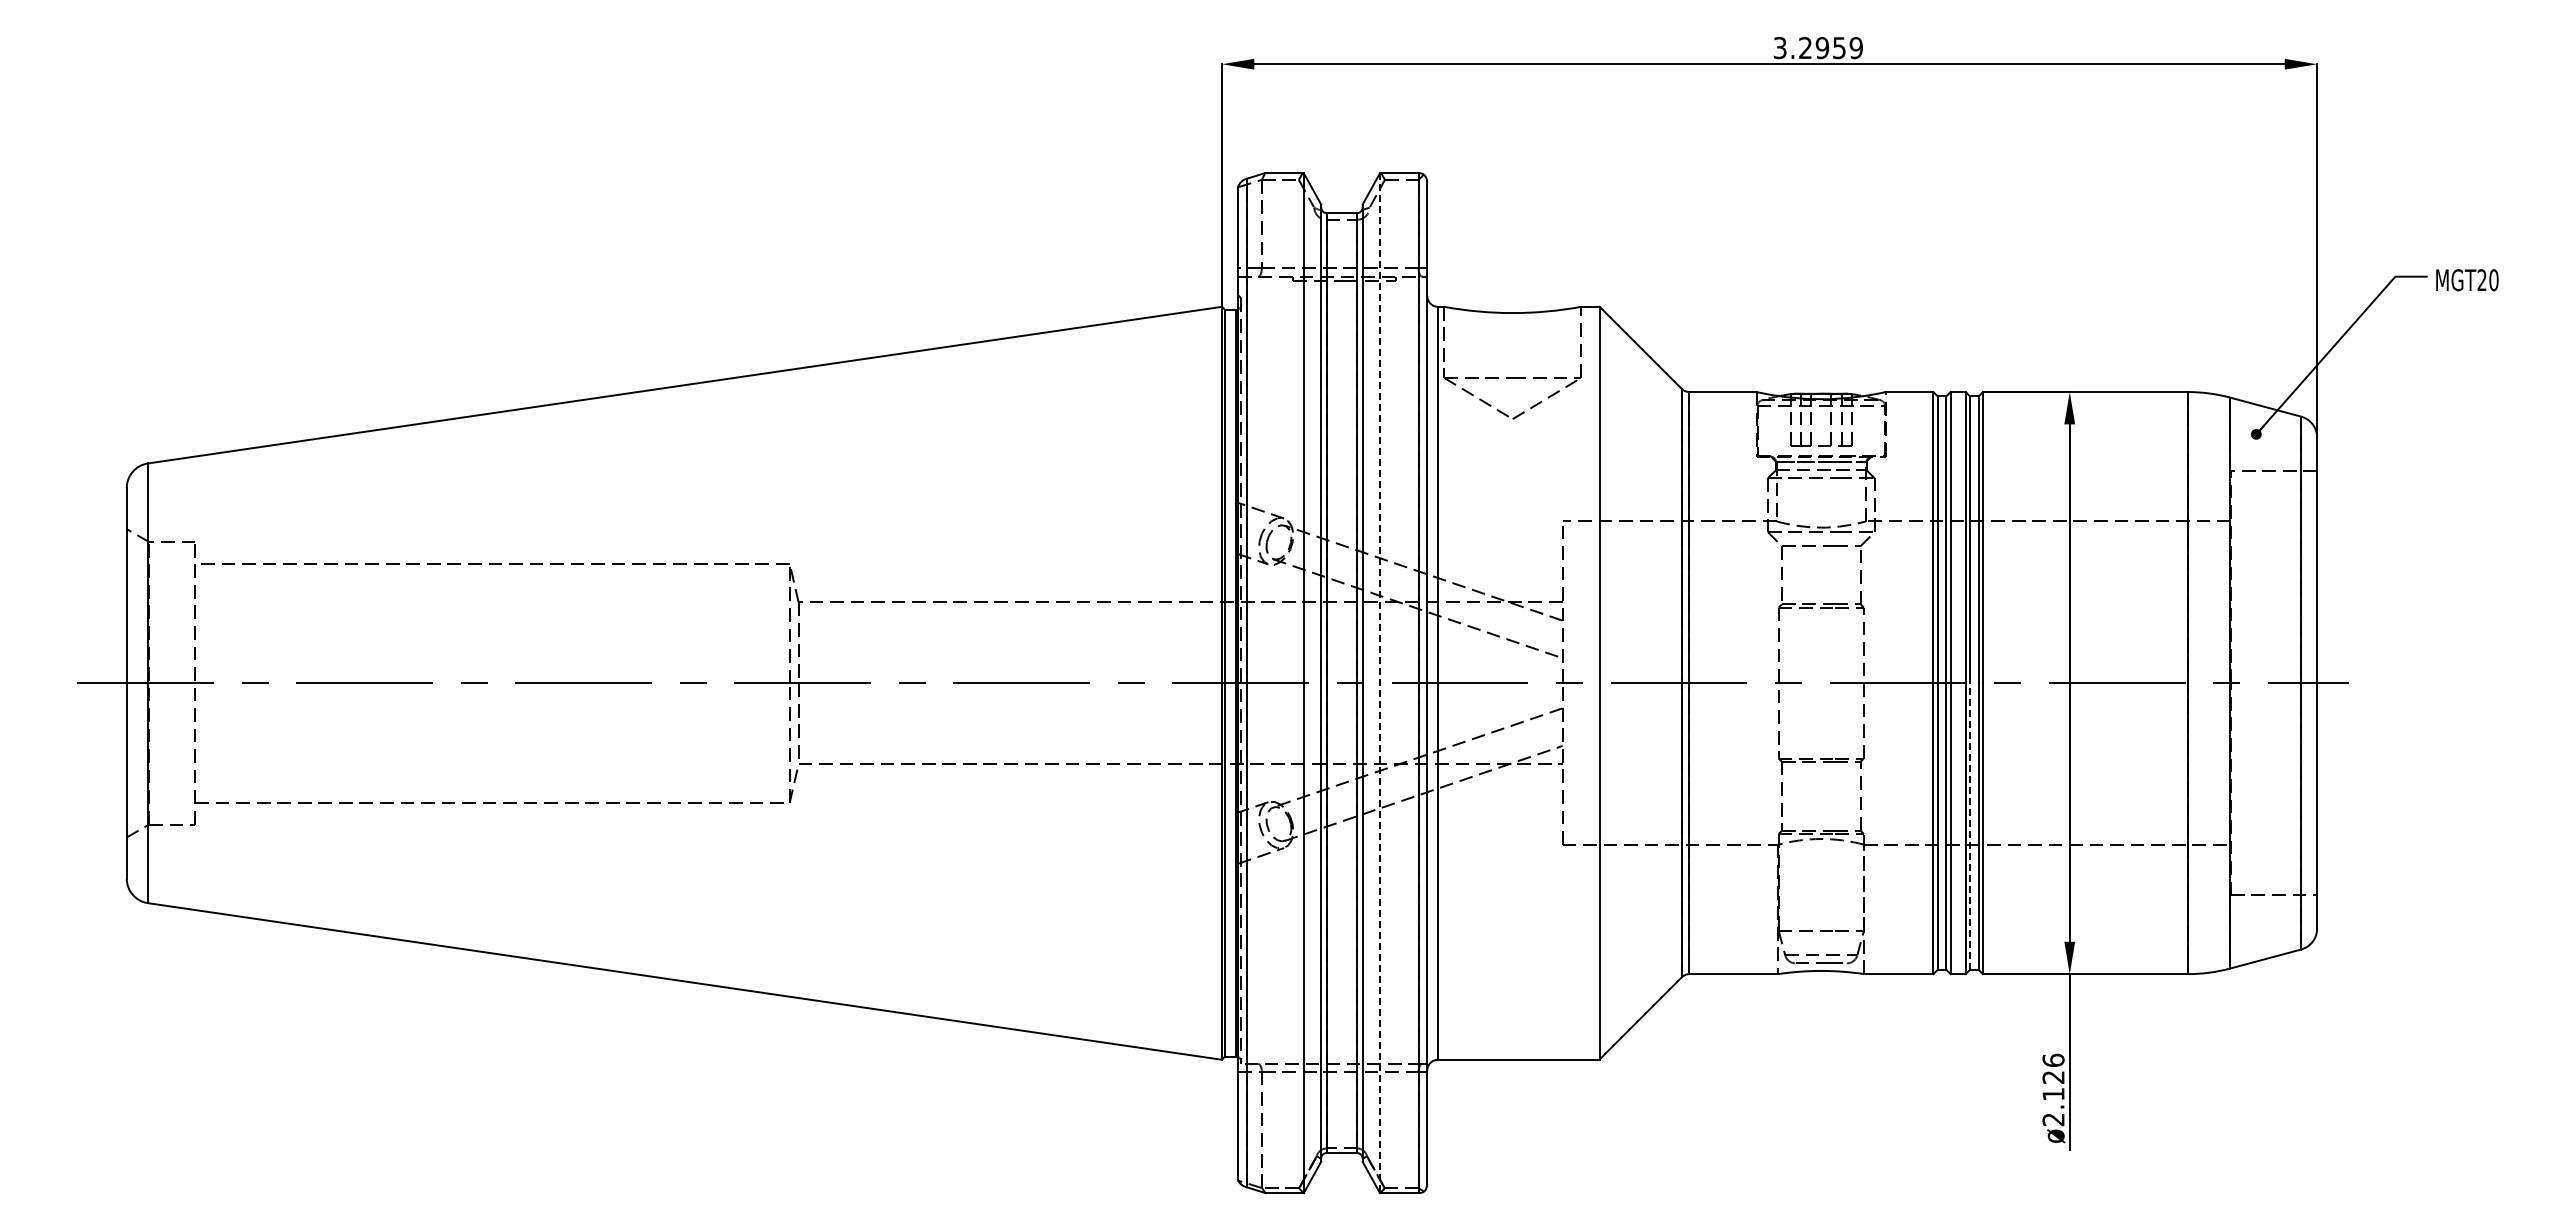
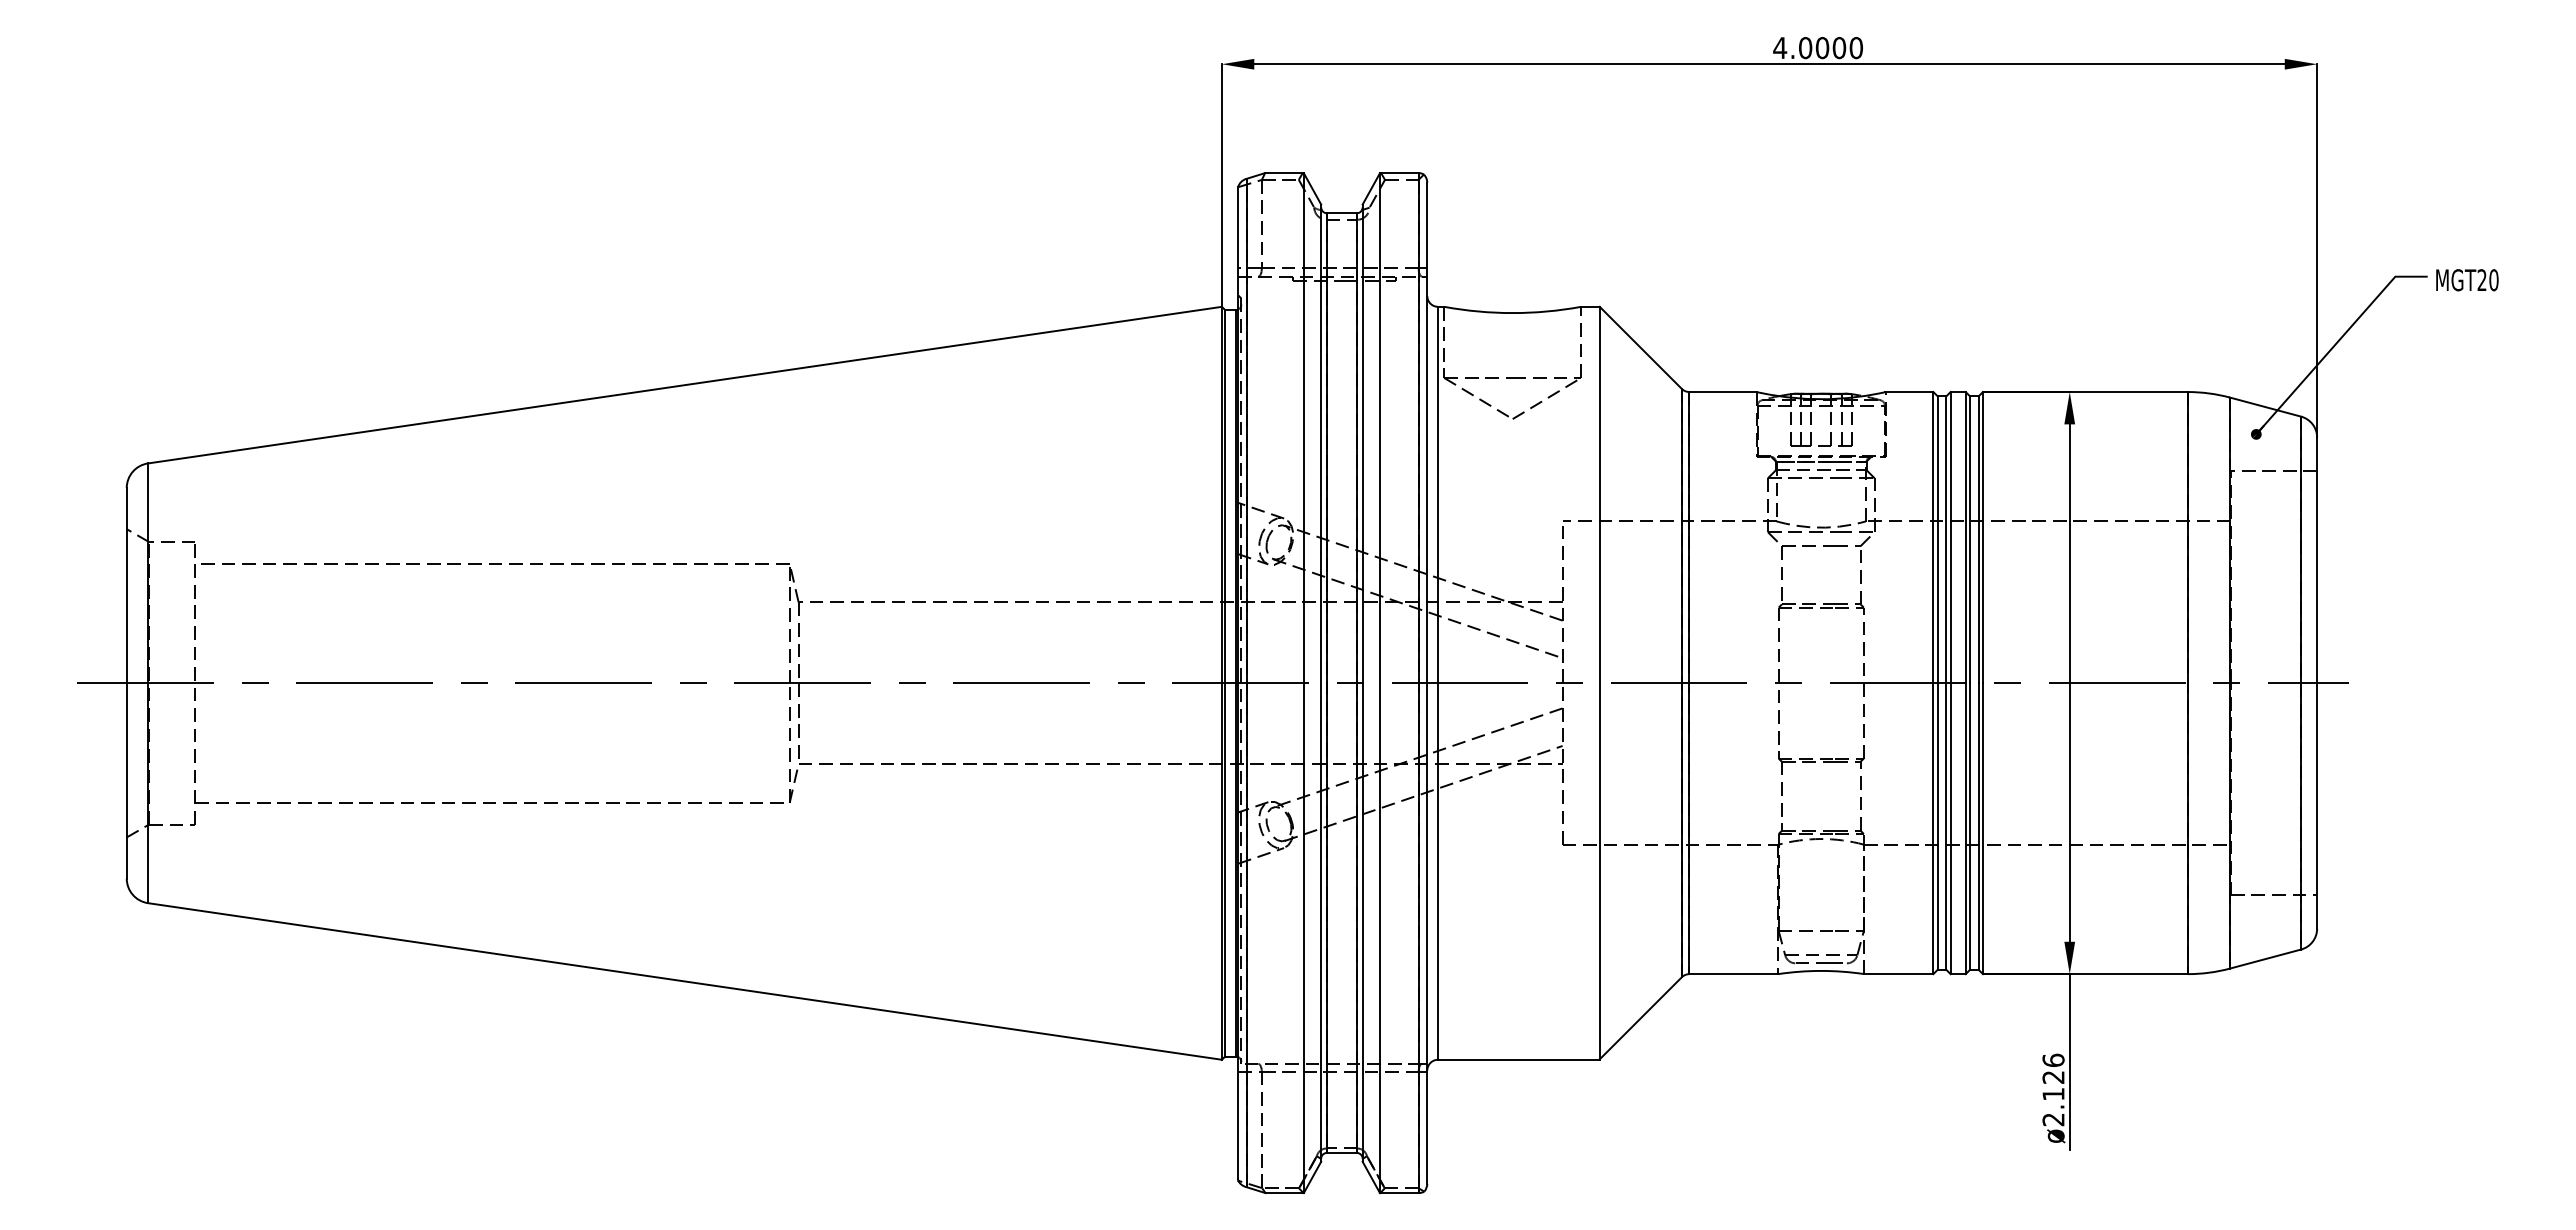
text at (1818, 48): 3.2959 -> 4.0000
line at (1379, 683): dashed -> solid
line at (1970, 825): dashed -> solid
